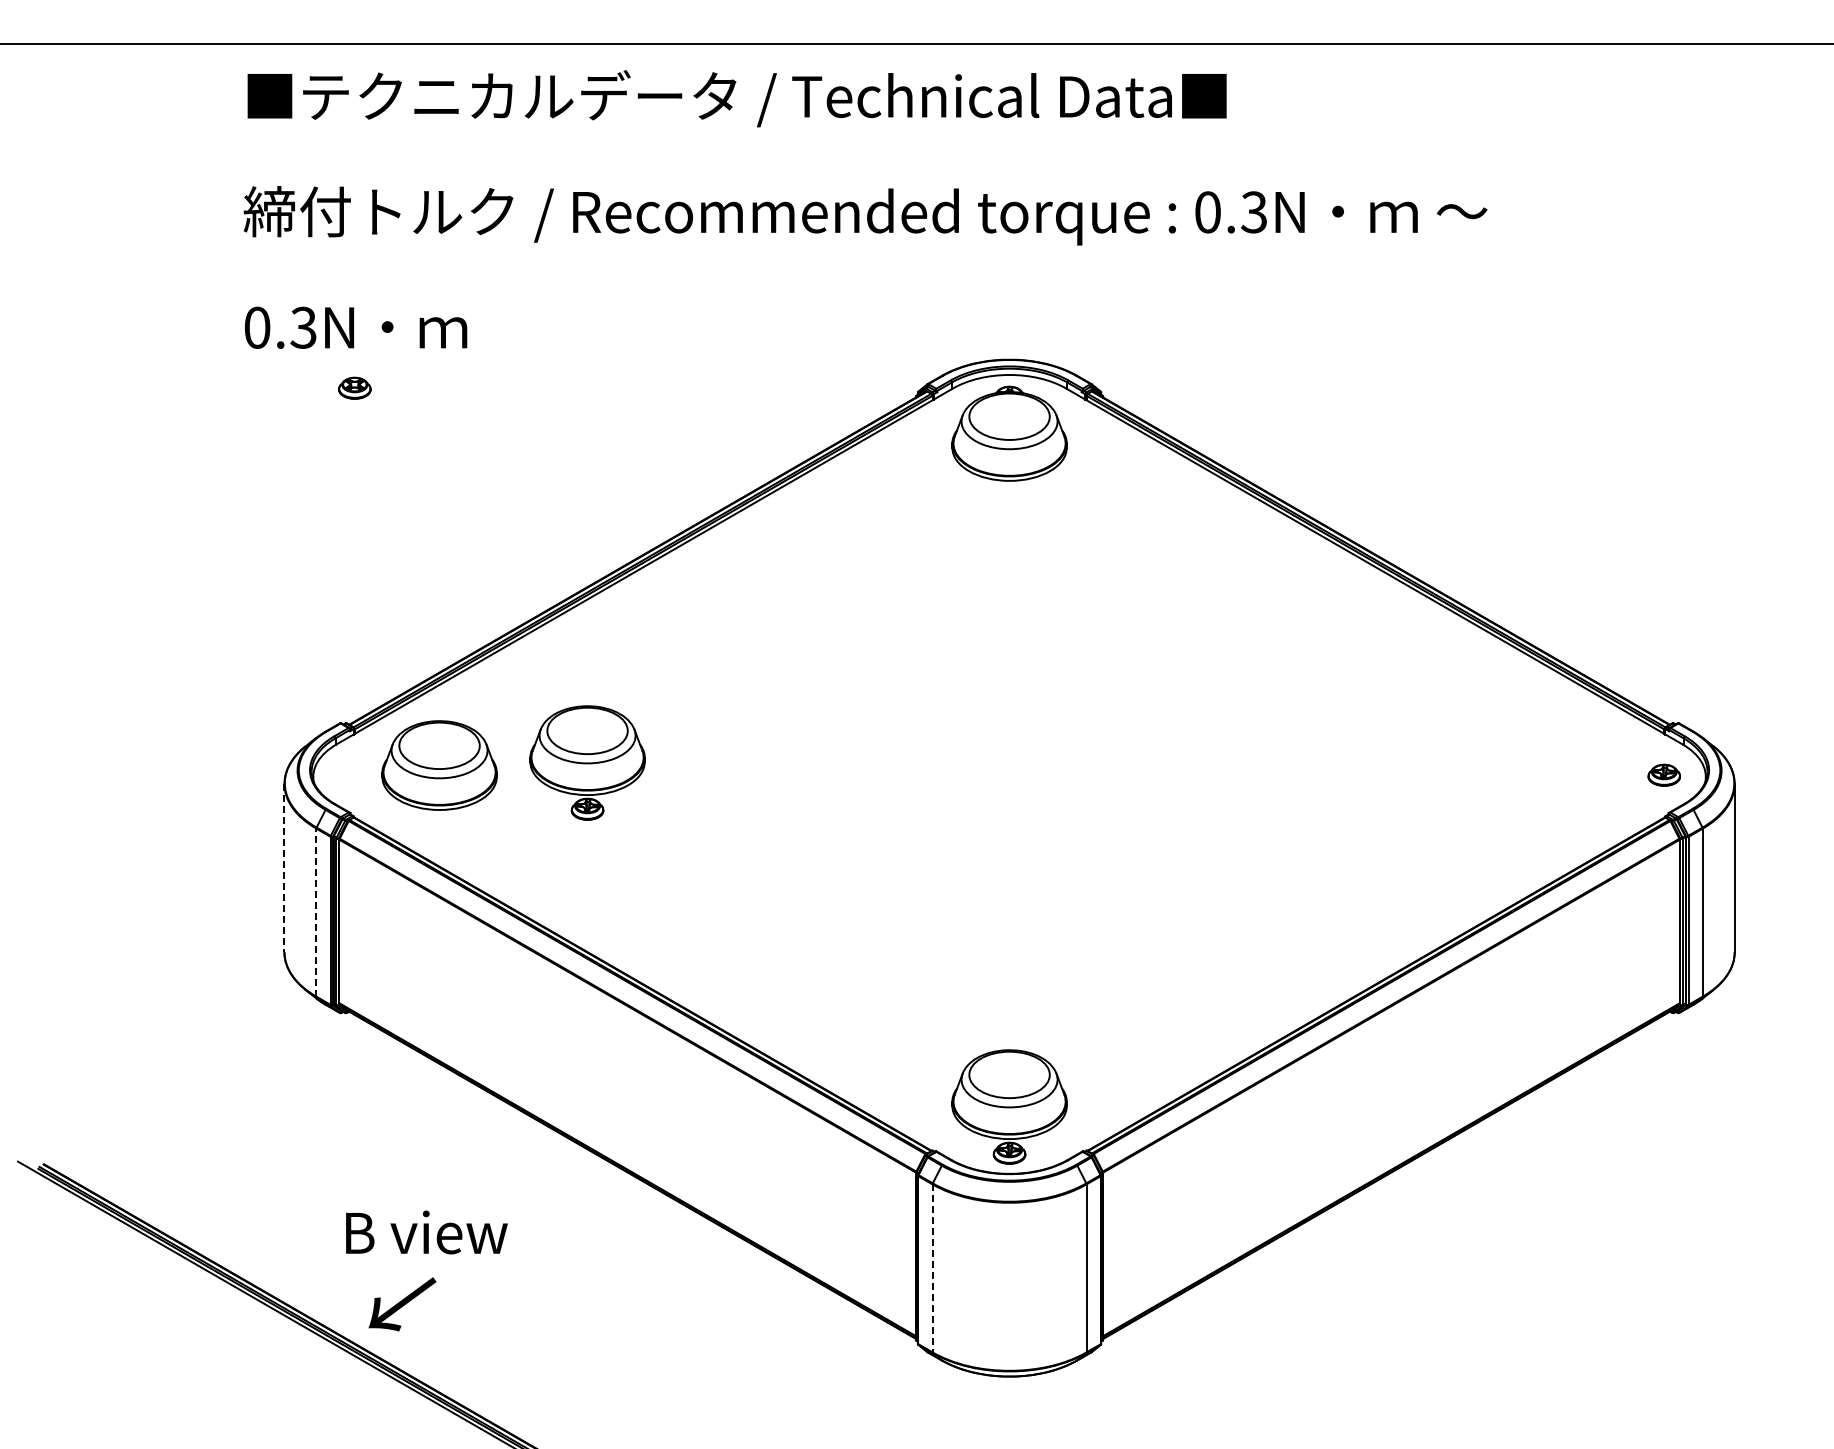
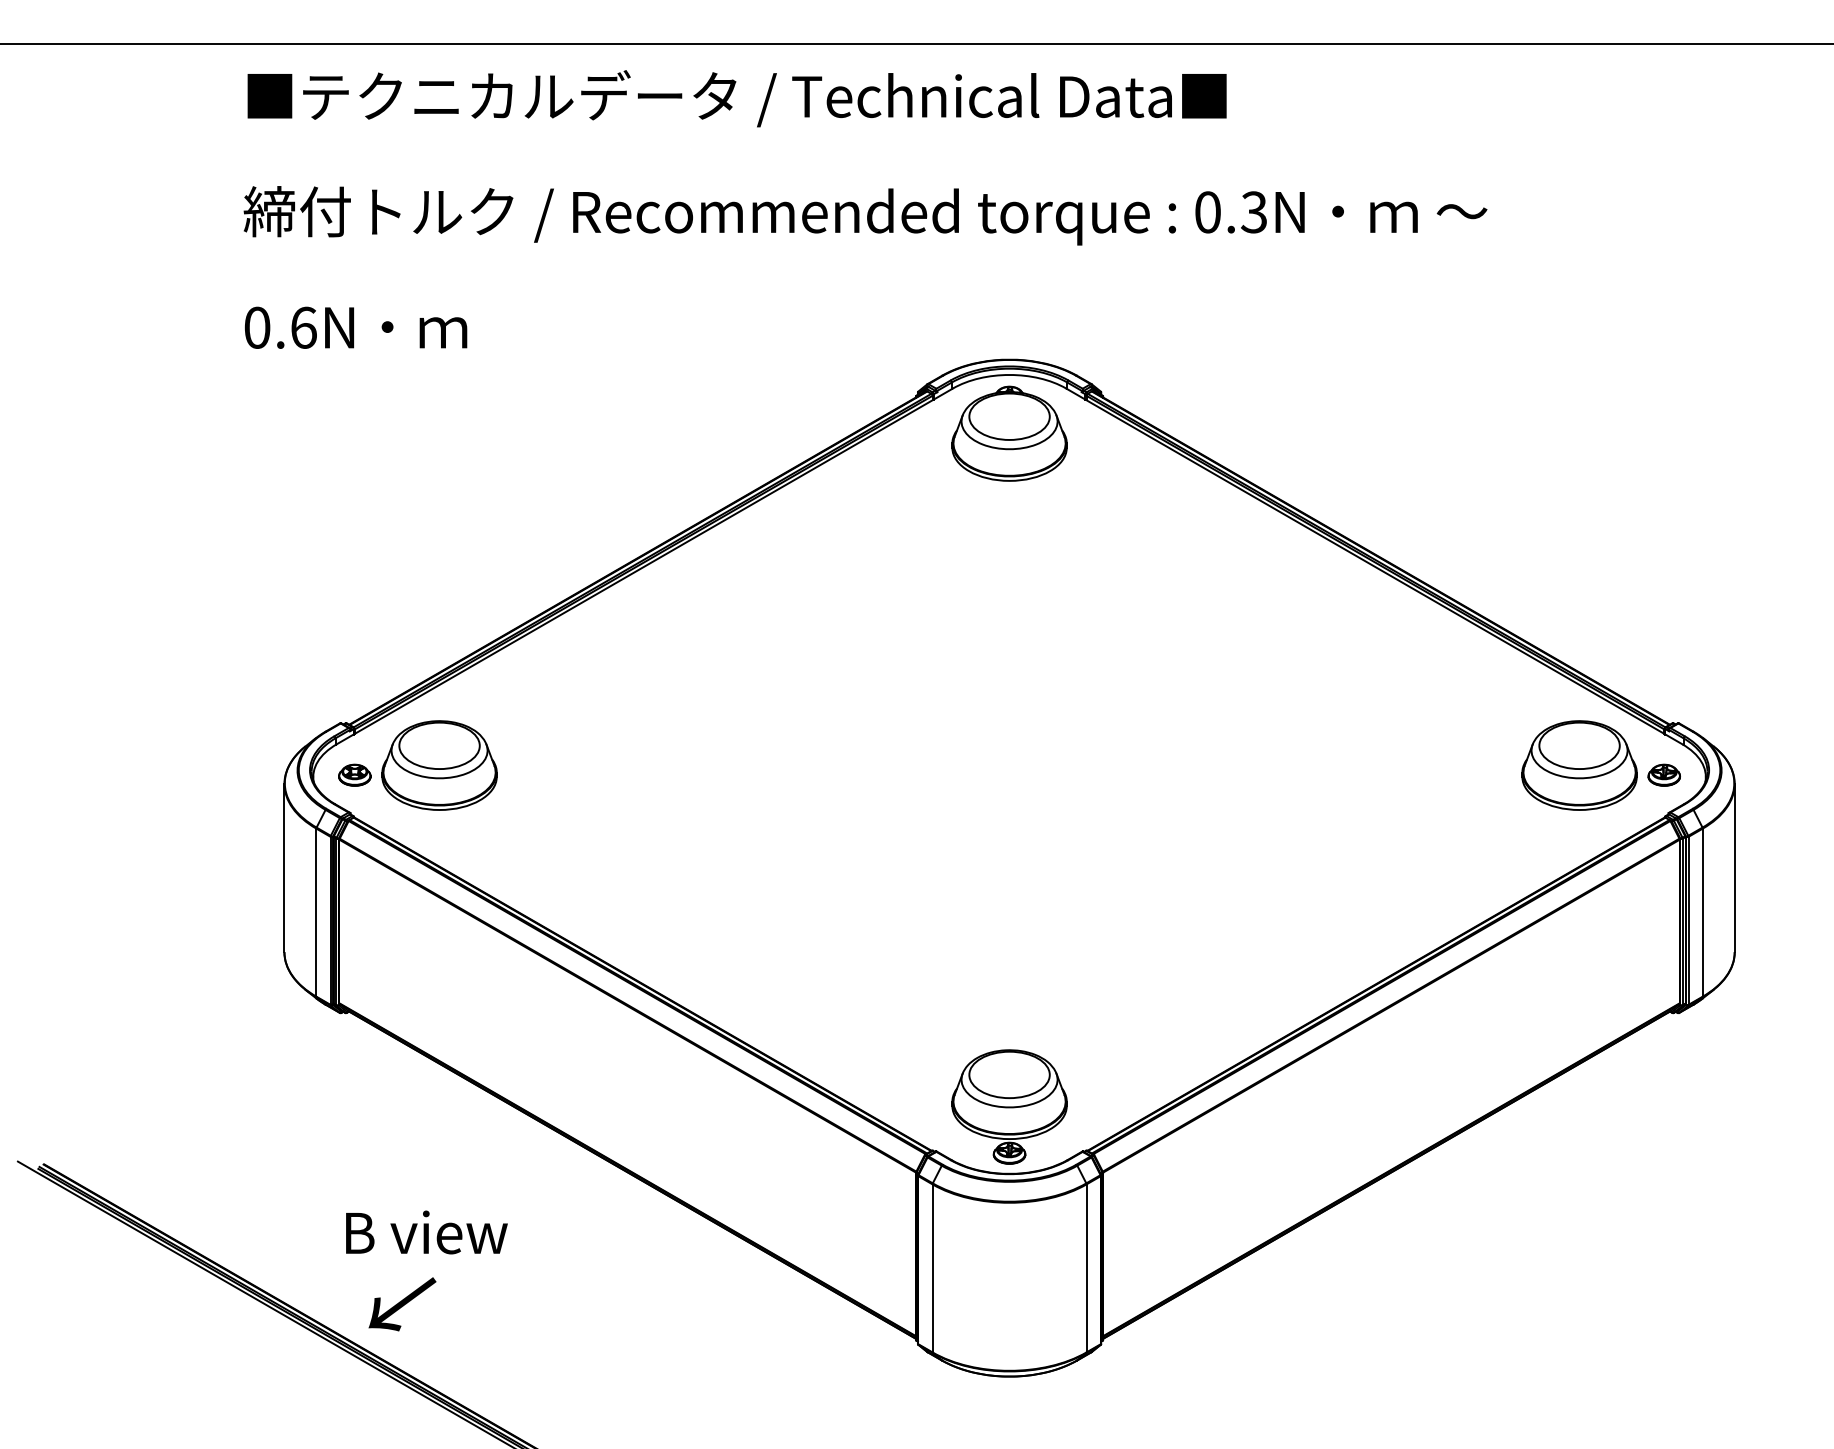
text at (303, 327): 0.3N -> 0.6N
part at (354, 387) position: (354, 387) -> (354, 774)
part at (587, 762): present -> none
part at (1579, 765): none -> present
line at (284, 868): dashed -> solid
line at (316, 912): dashed -> solid
line at (932, 1268): dashed -> solid
